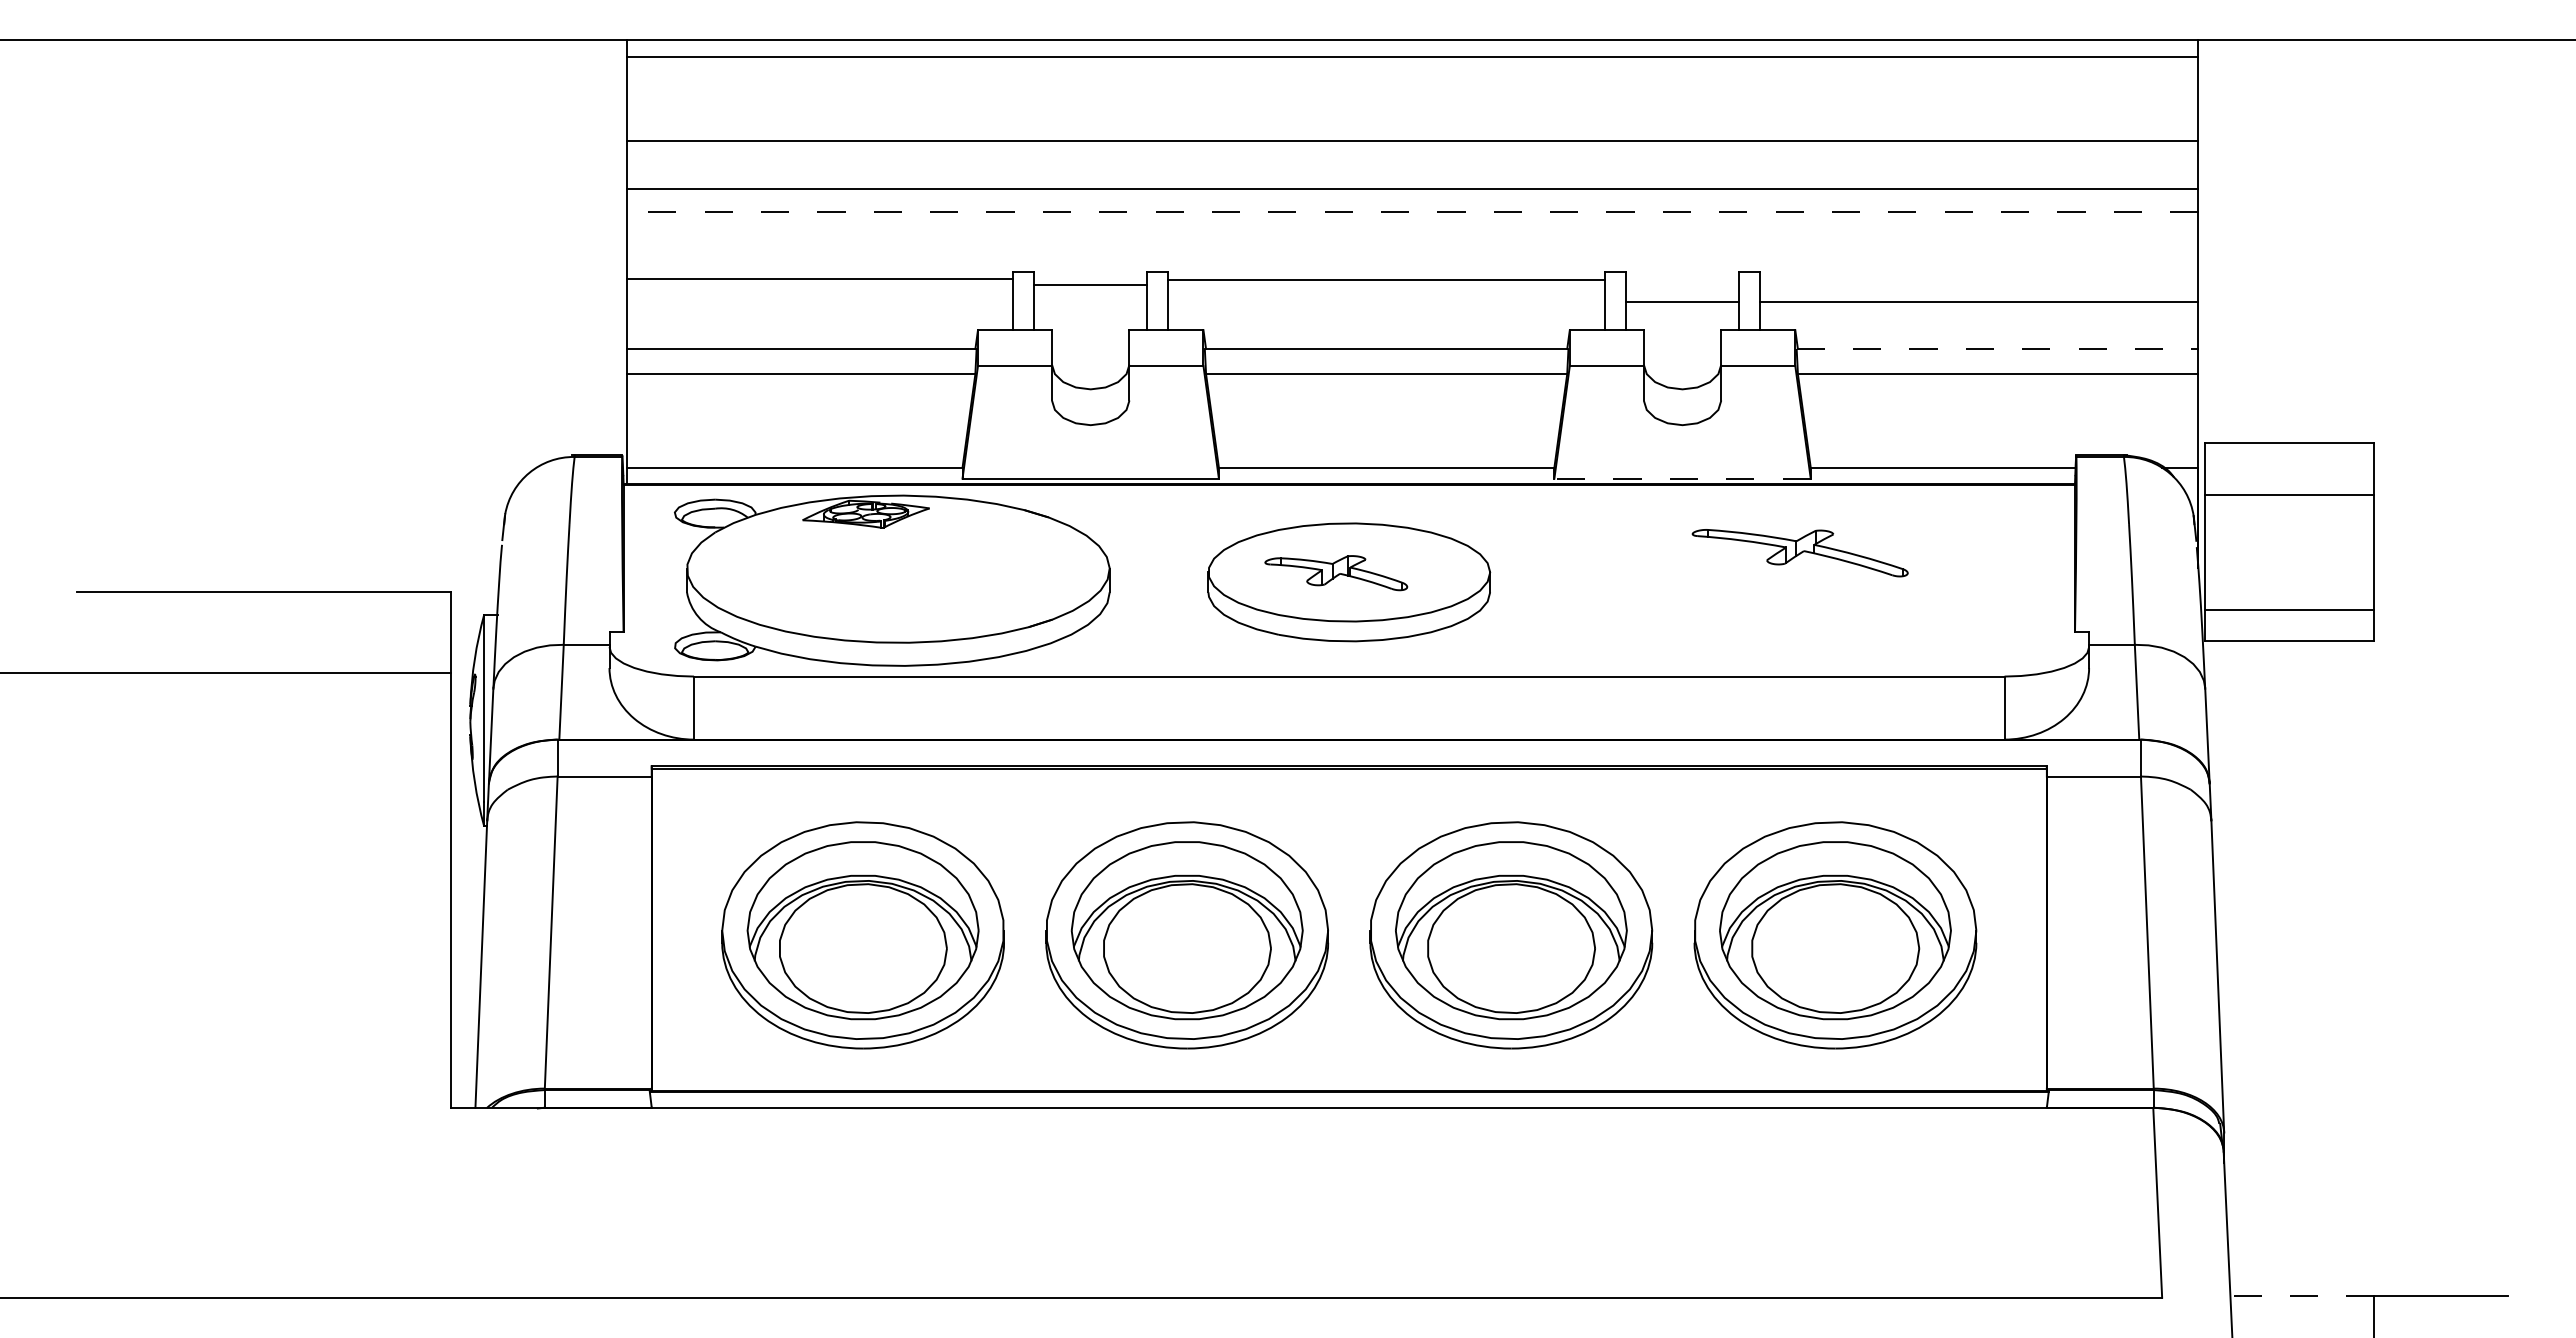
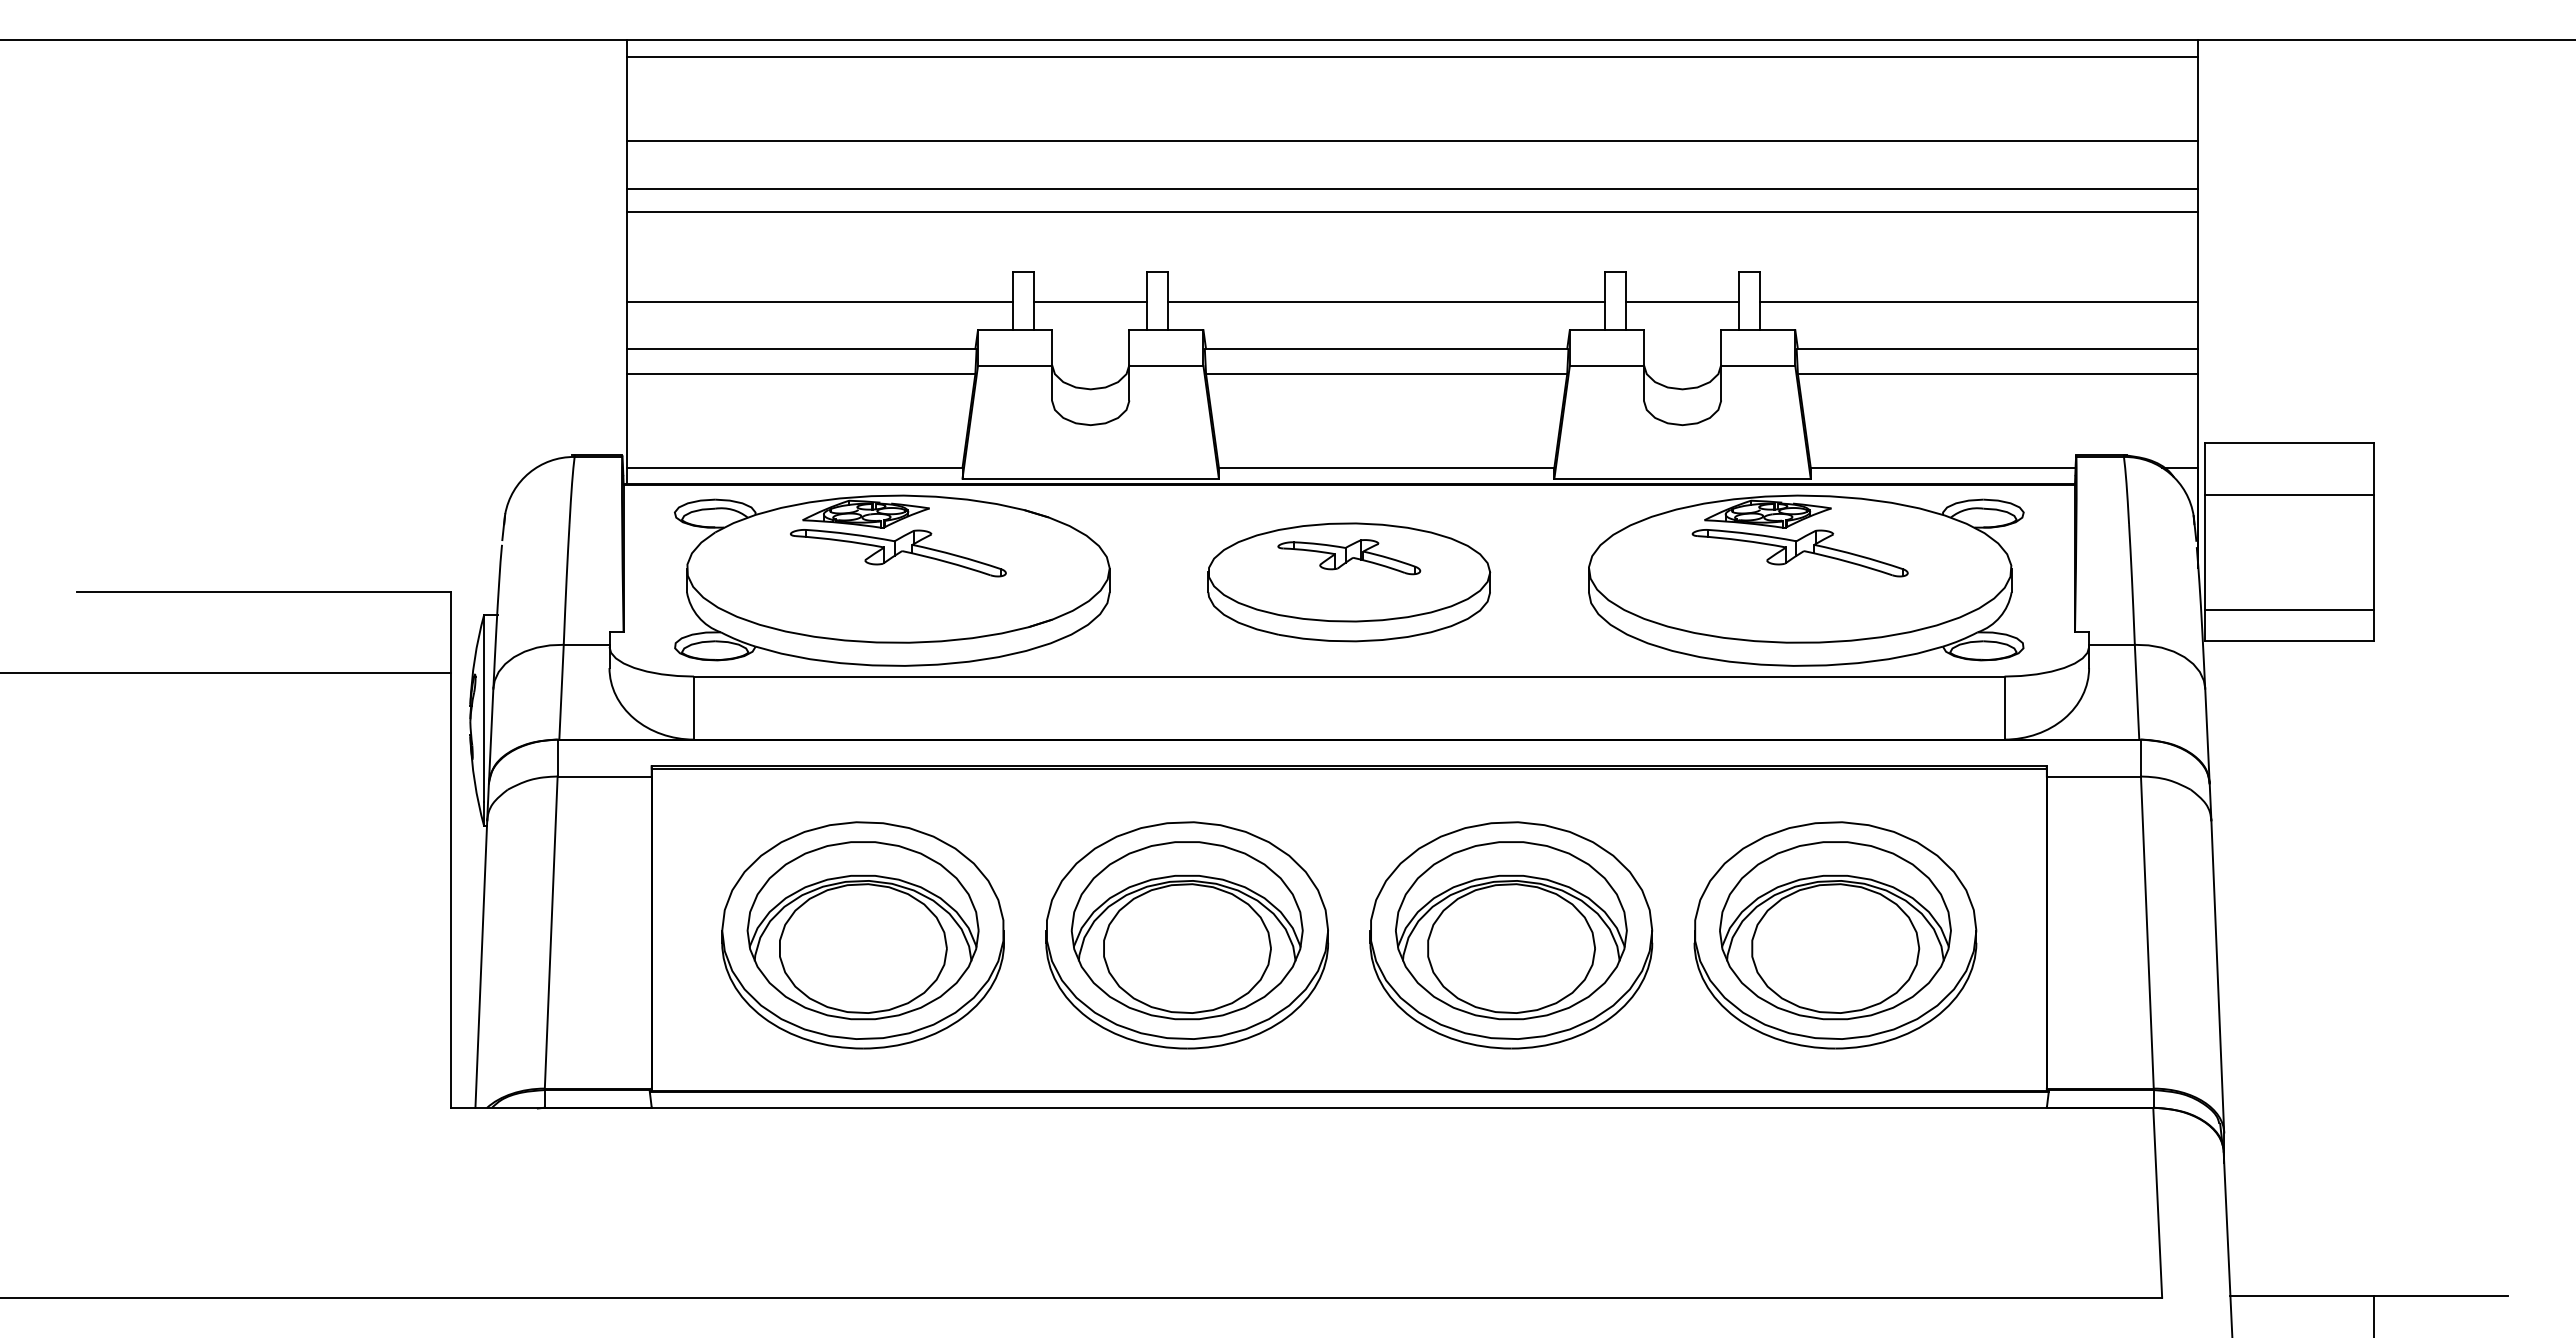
line at (1412, 211): dashed -> solid
line at (820, 278) position: (820, 278) -> (820, 301)
line at (1386, 279) position: (1386, 279) -> (1386, 301)
line at (1090, 284) position: (1090, 284) -> (1090, 301)
line at (1997, 348): dashed -> solid
line at (1682, 478): dashed -> solid
part at (898, 553): none -> present
part at (1336, 573) position: (1336, 573) -> (1349, 557)
part at (1806, 580): none -> present
line at (2301, 1295): dashed -> solid
